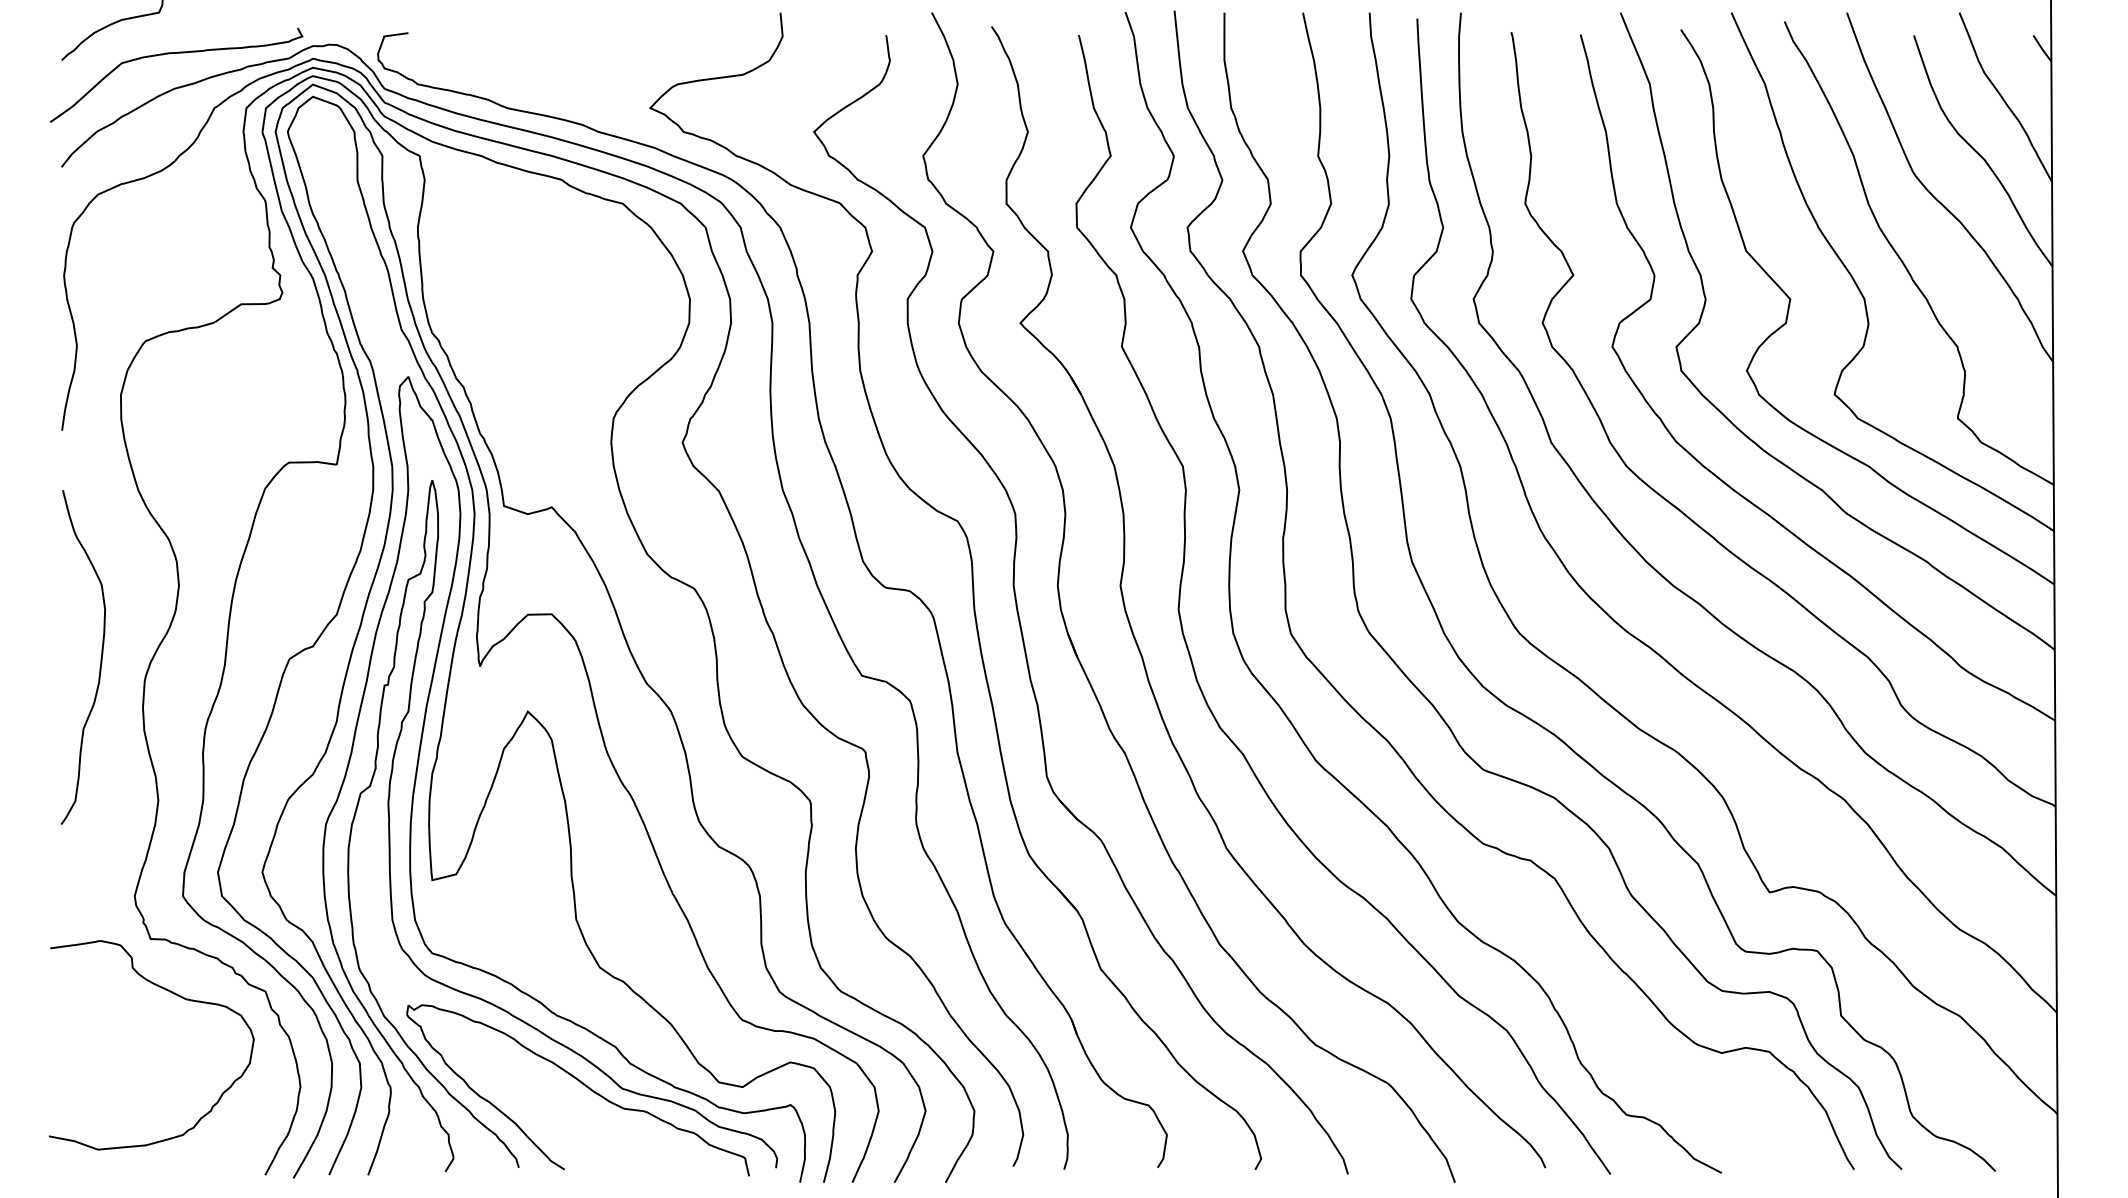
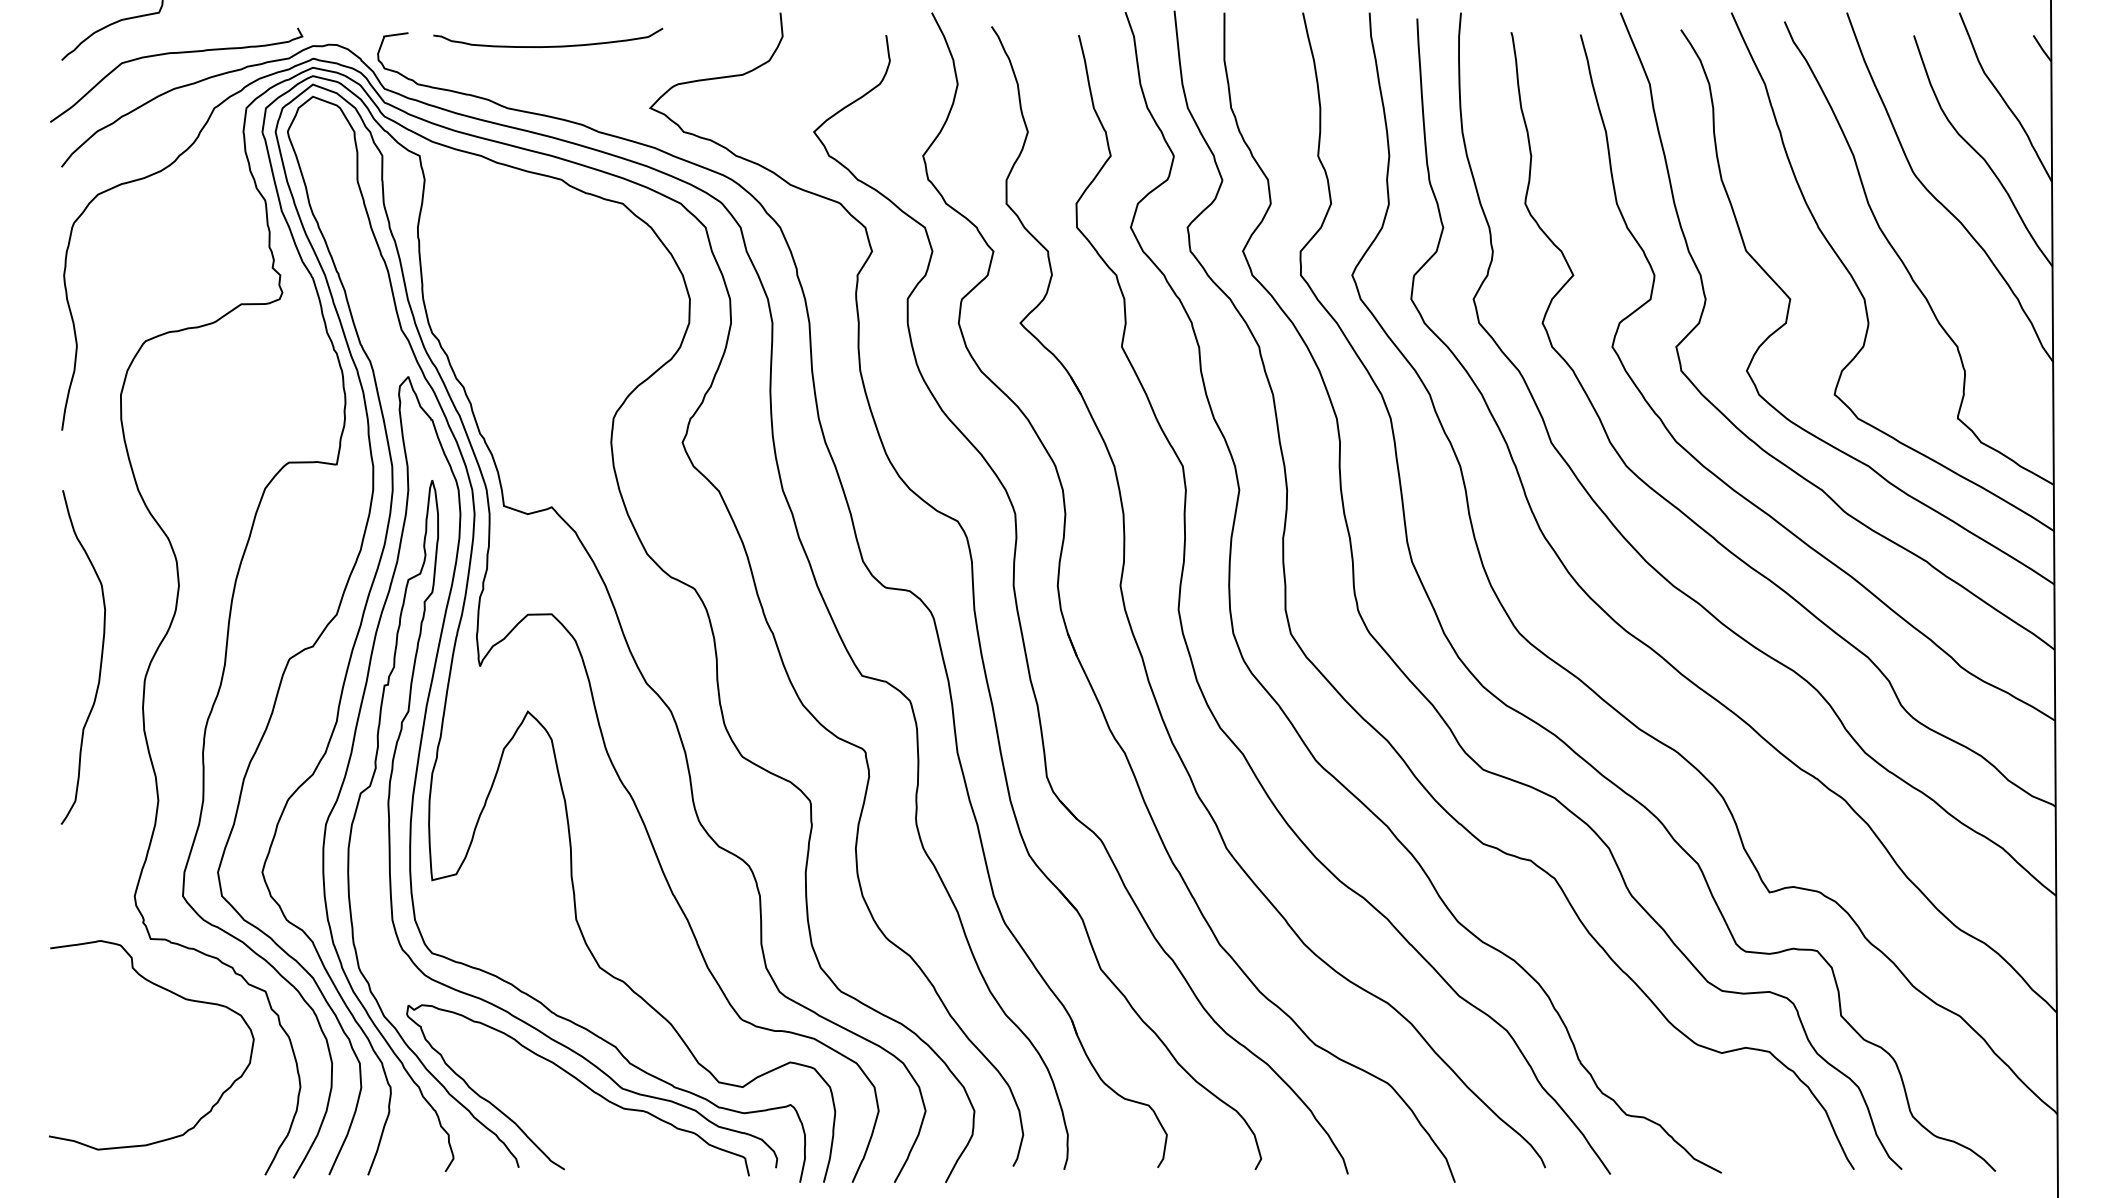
curve at (552, 45): none -> present
